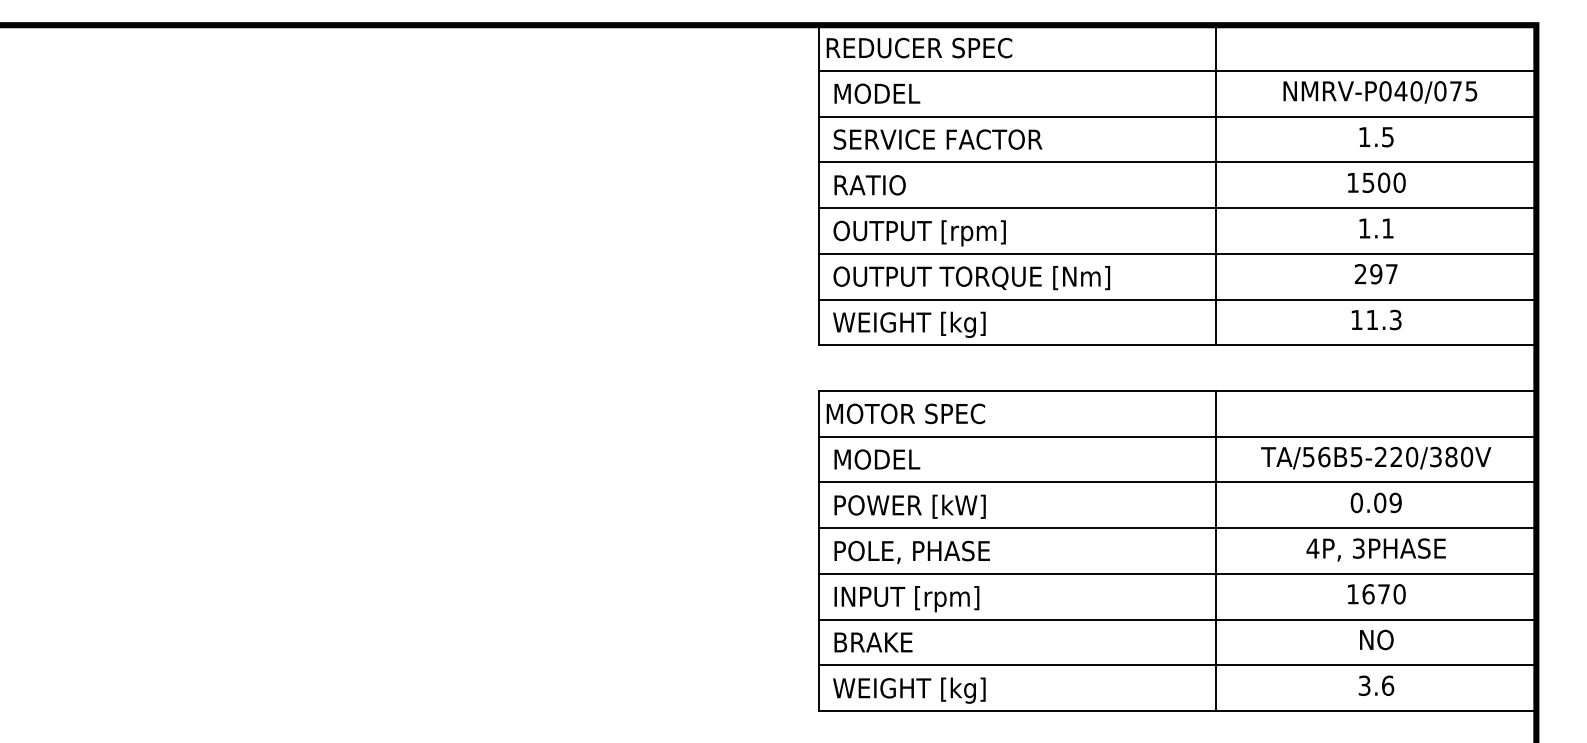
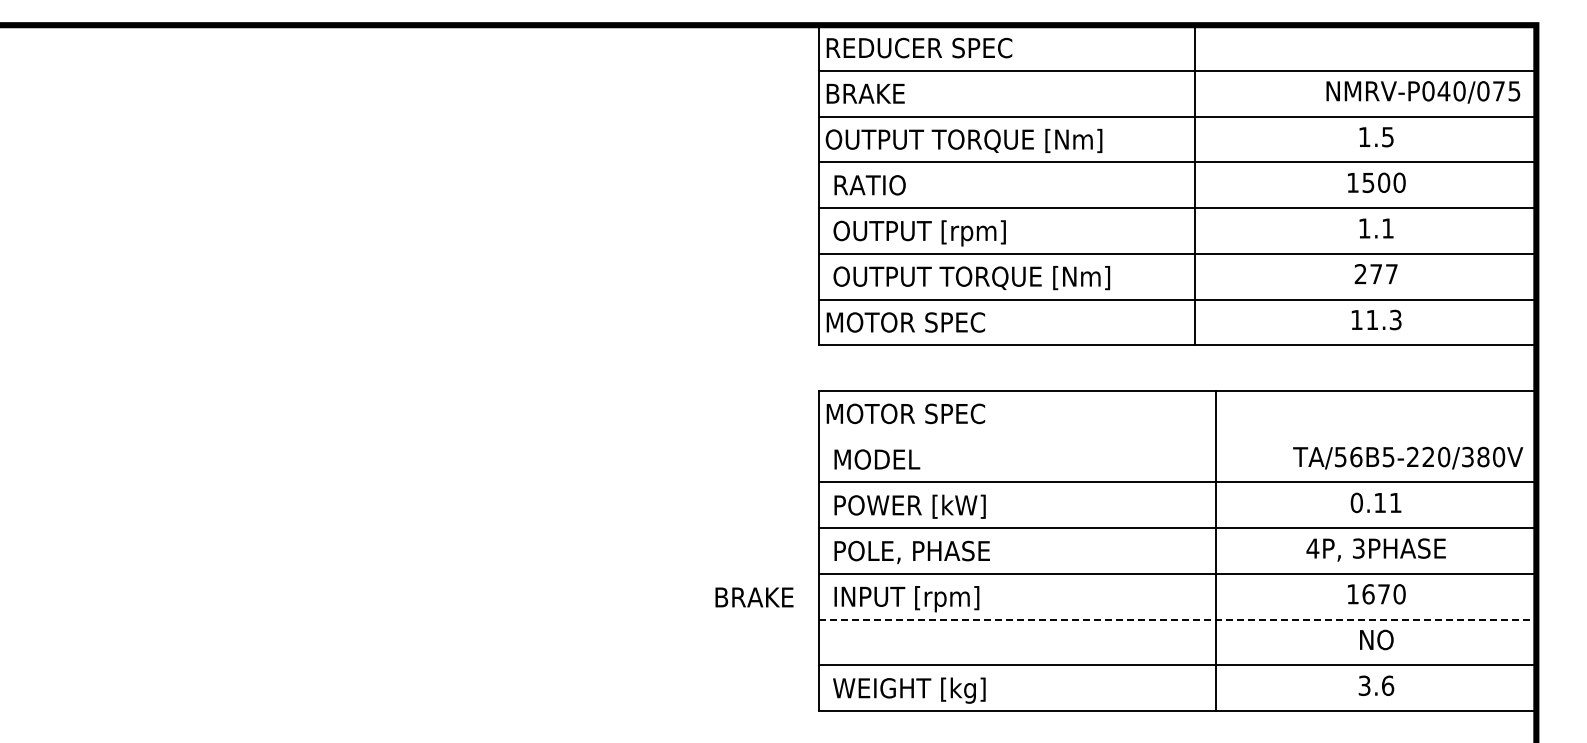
text at (1380, 92) position: (1380, 92) -> (1423, 92)
text at (873, 93): MODEL -> BRAKE
text at (963, 140): SERVICE FACTOR -> OUTPUT TORQUE [Nm]
line at (1216, 185) position: (1216, 185) -> (1195, 185)
text at (1376, 274): 297 -> 277
text at (905, 324): WEIGHT [kg] -> MOTOR SPEC
line at (1177, 436): present -> none
text at (1376, 457) position: (1376, 457) -> (1408, 457)
text at (1387, 502): 0.09 -> 0.11
line at (1177, 619): solid -> dashed
text at (873, 642) position: (873, 642) -> (754, 597)
